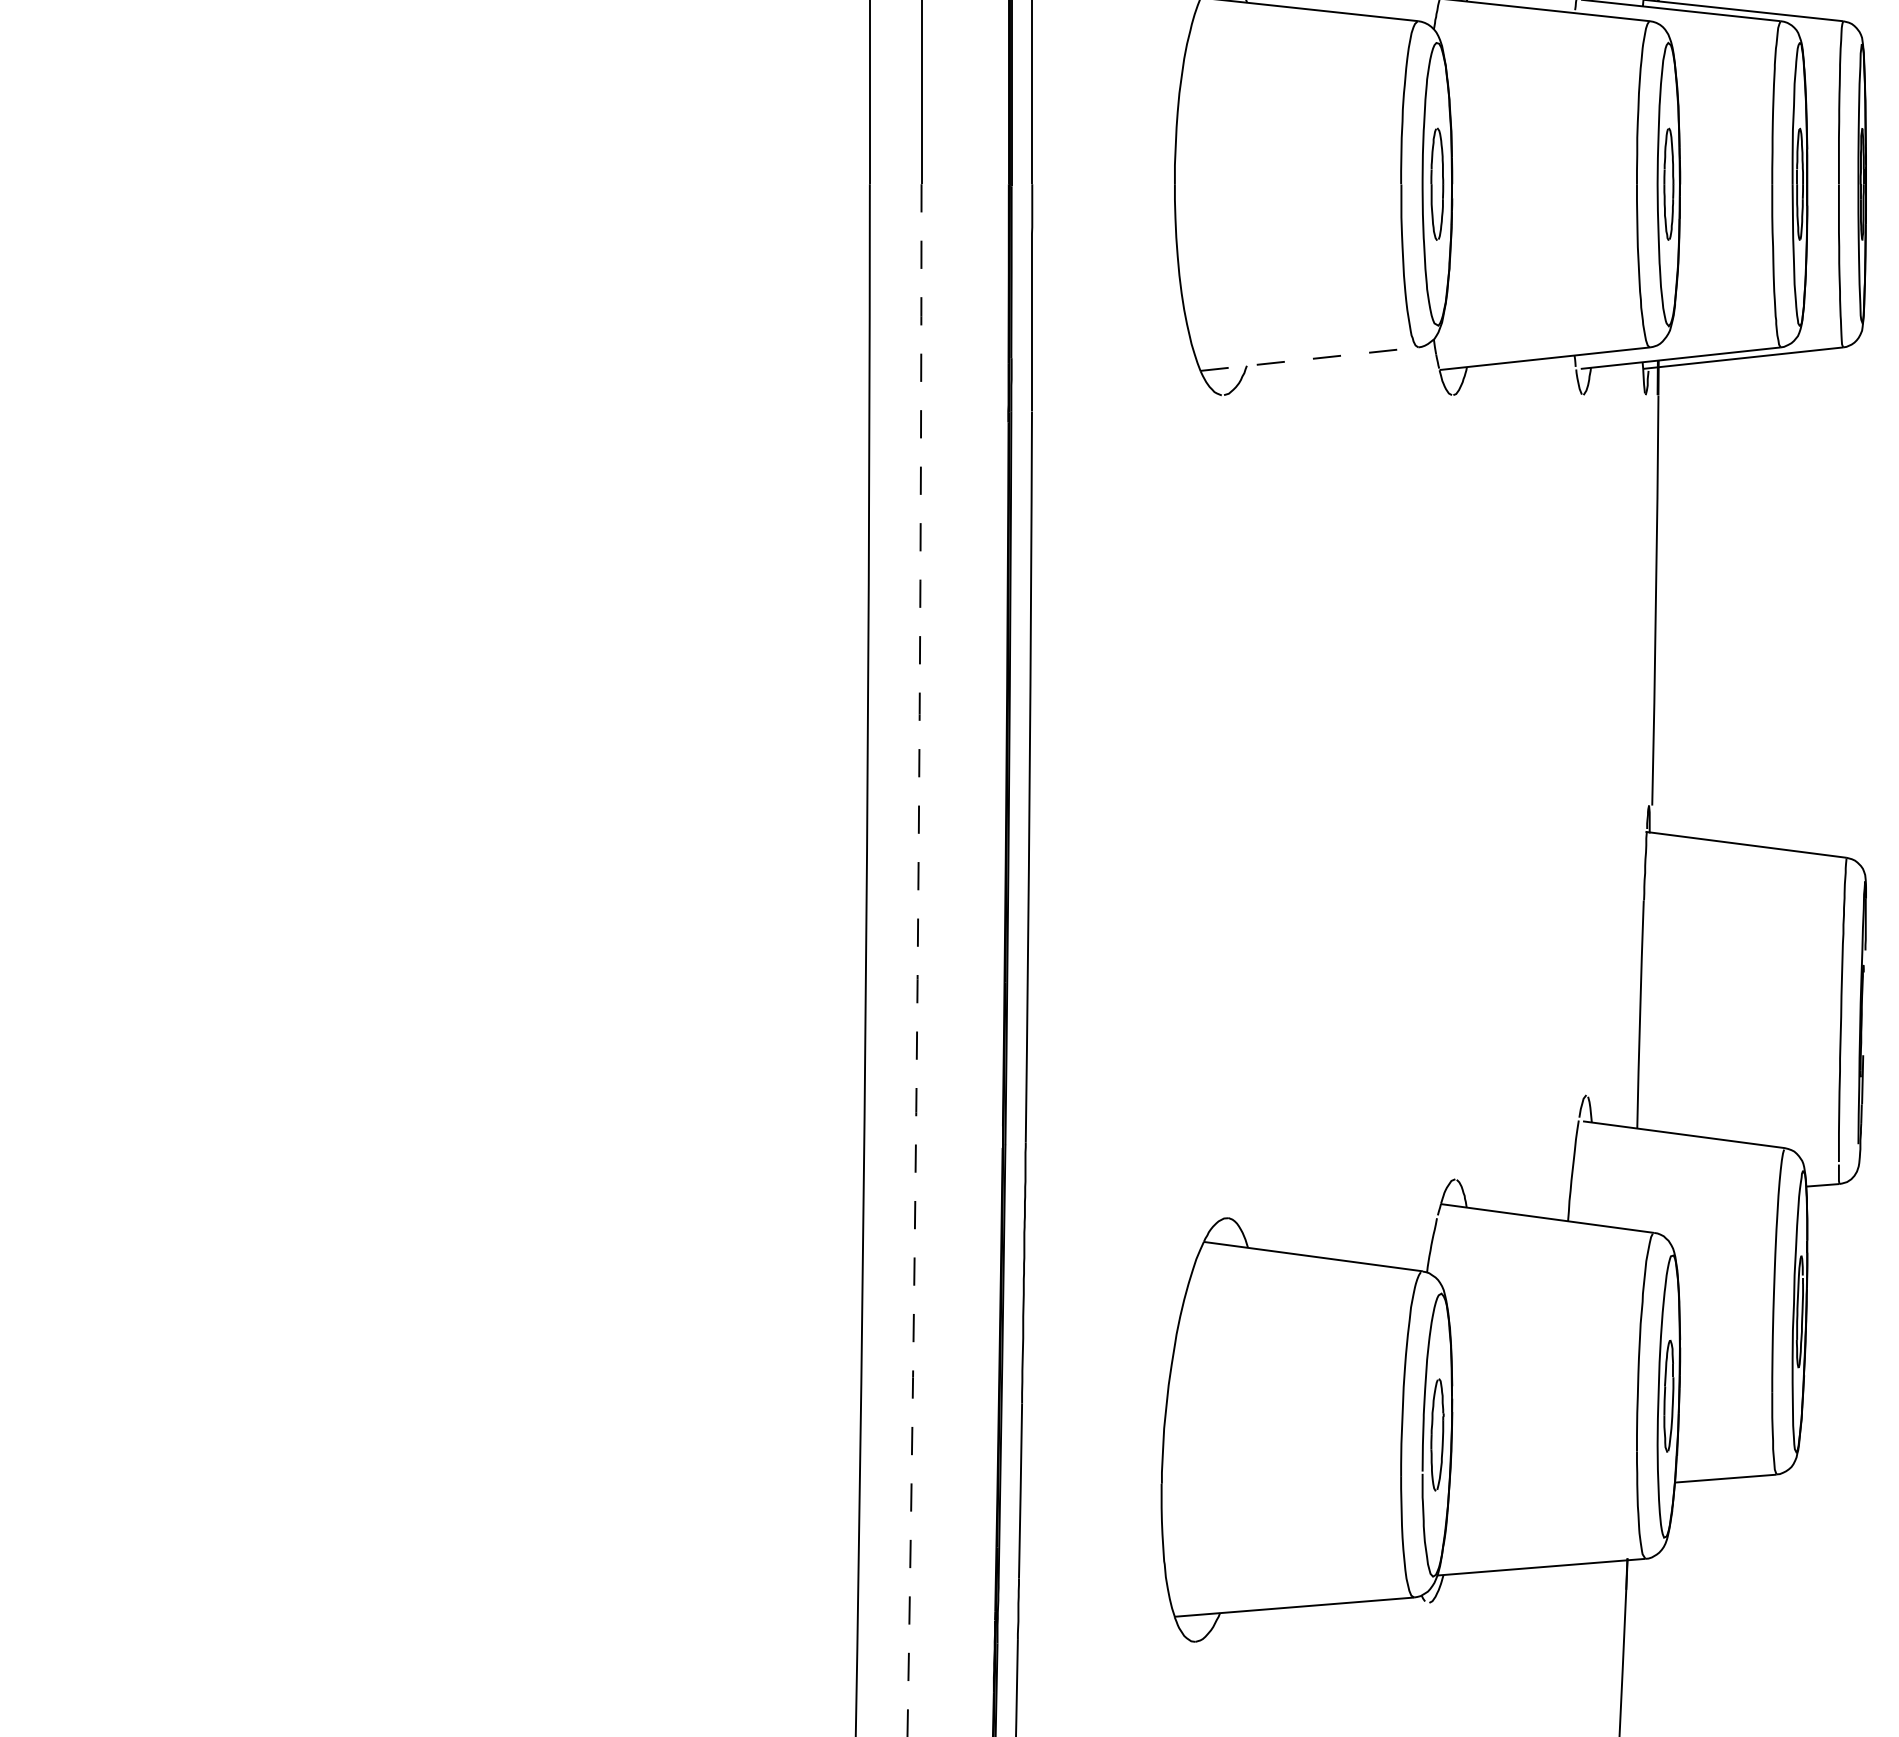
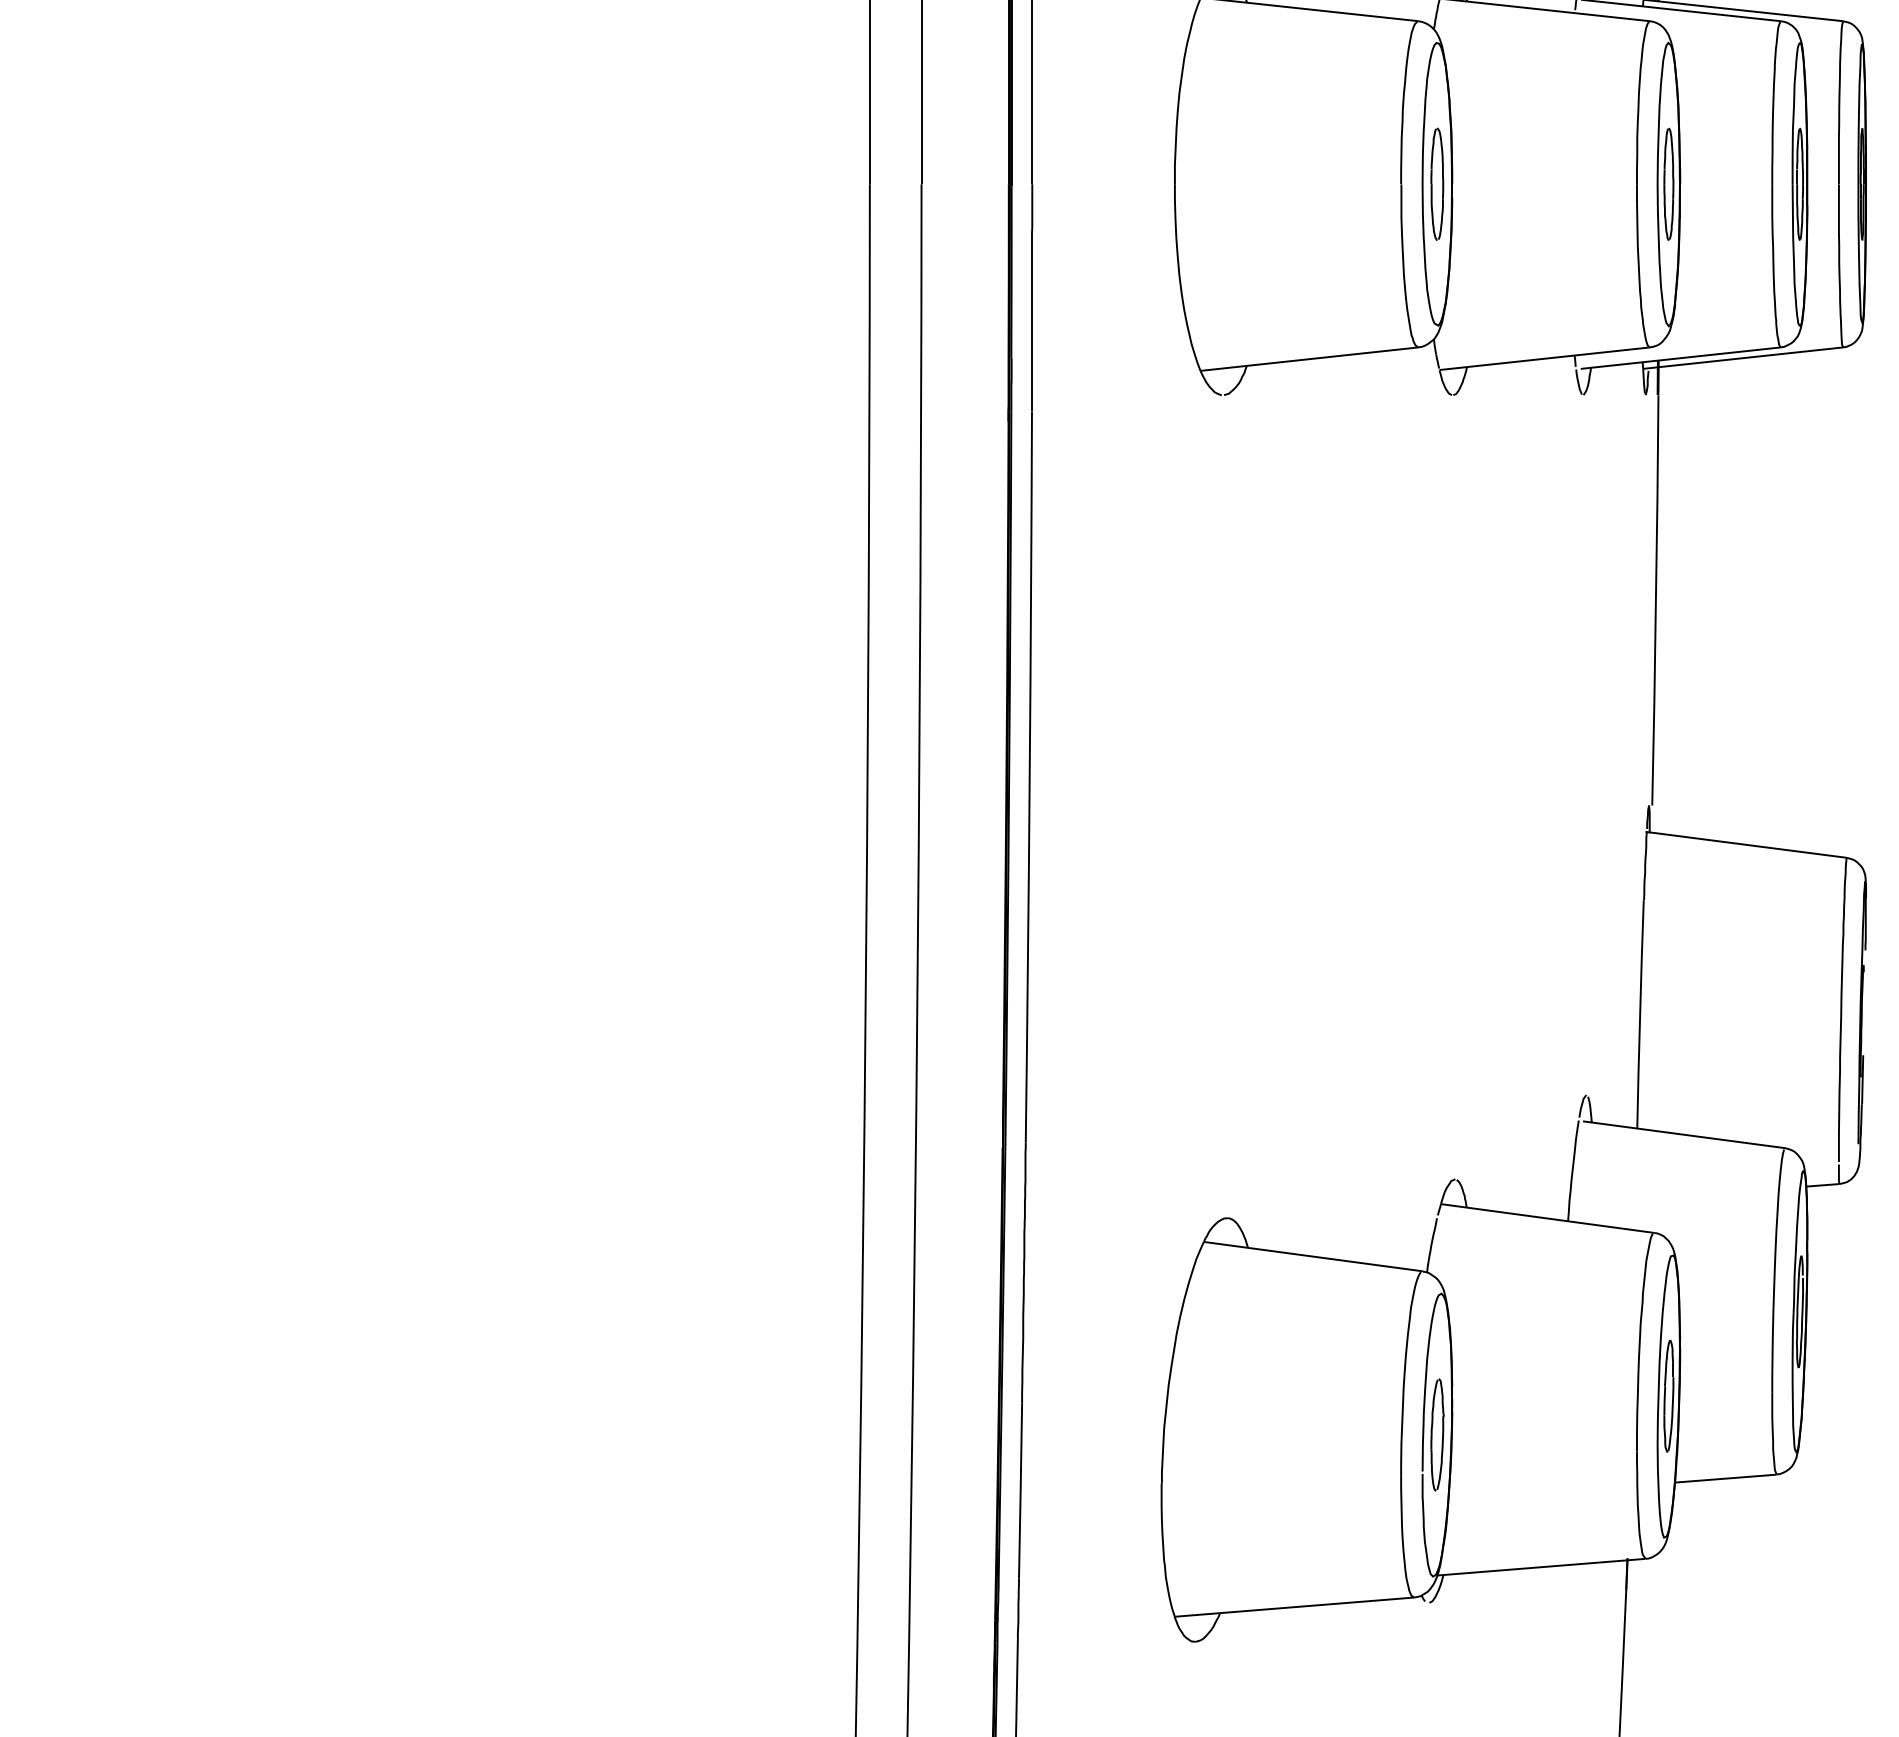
line at (1309, 359): dashed -> solid
line at (917, 960): dashed -> solid
